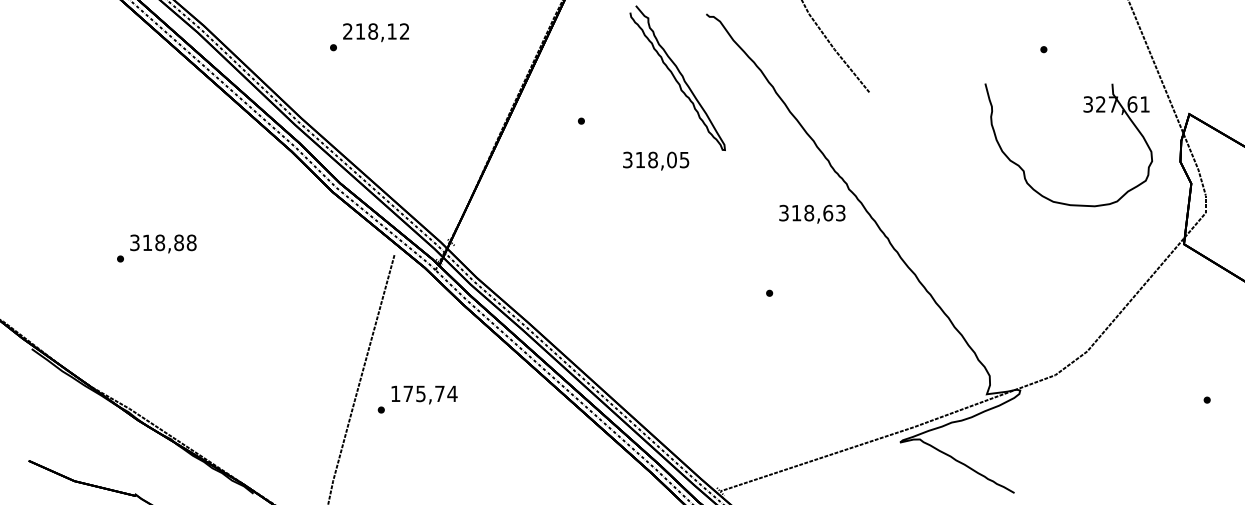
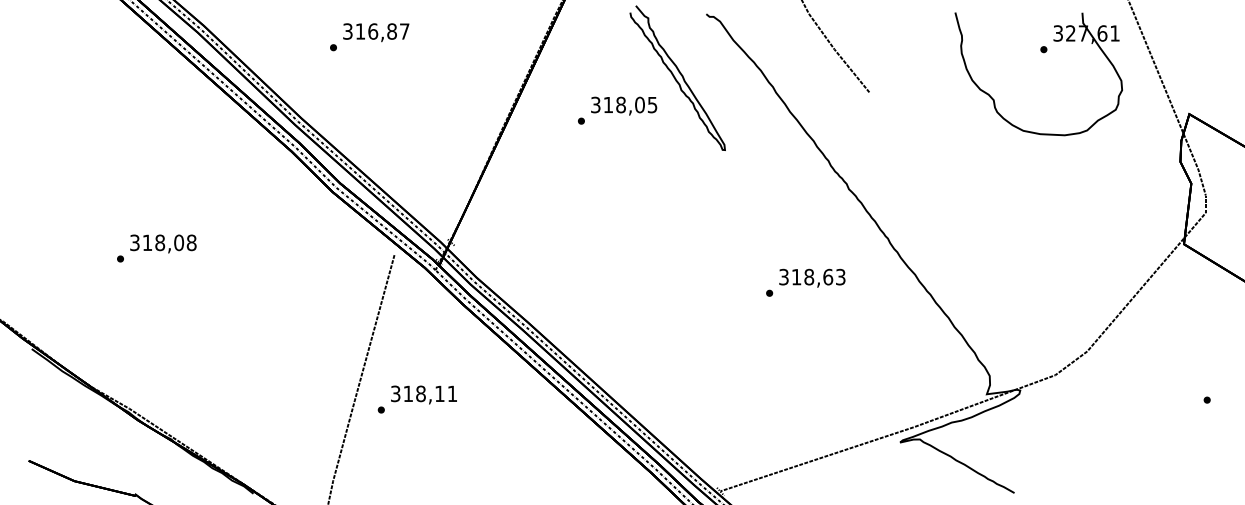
text at (376, 31): 218,12 -> 316,87
part at (1084, 112) position: (1084, 112) -> (1054, 41)
text at (656, 160) position: (656, 160) -> (624, 105)
text at (812, 213) position: (812, 213) -> (812, 277)
text at (179, 242): 318,88 -> 318,08
text at (424, 393): 175,74 -> 318,11
